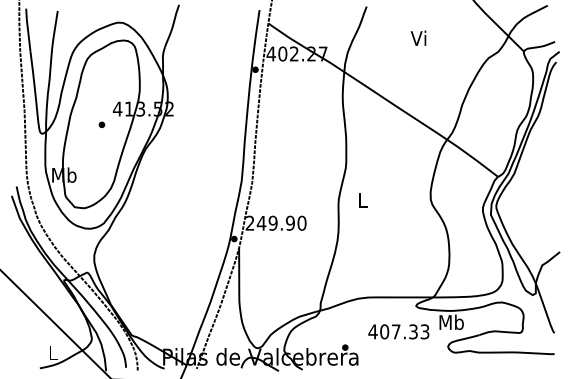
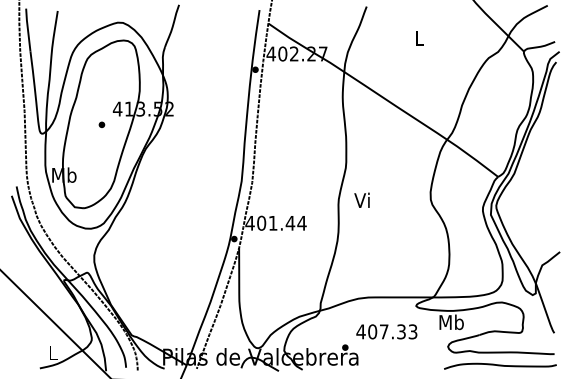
text at (418, 37): Vi -> L
text at (361, 199): L -> Vi
text at (275, 222): 249.90 -> 401.44
text at (398, 331) position: (398, 331) -> (386, 331)
curve at (500, 365): none -> present
